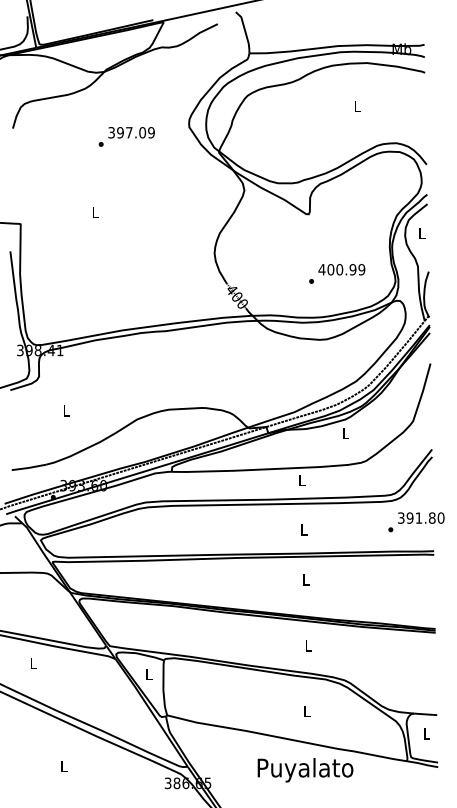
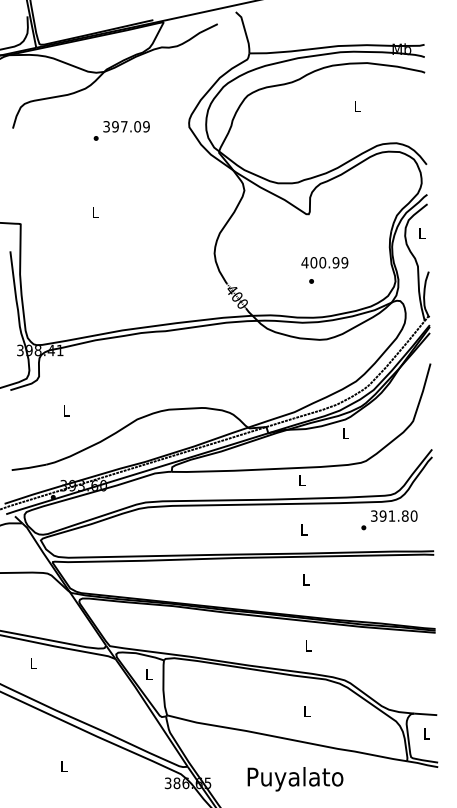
text at (126, 136) position: (126, 136) -> (121, 130)
text at (341, 269) position: (341, 269) -> (324, 262)
text at (416, 522) position: (416, 522) -> (389, 520)
text at (305, 770) position: (305, 770) -> (295, 779)
